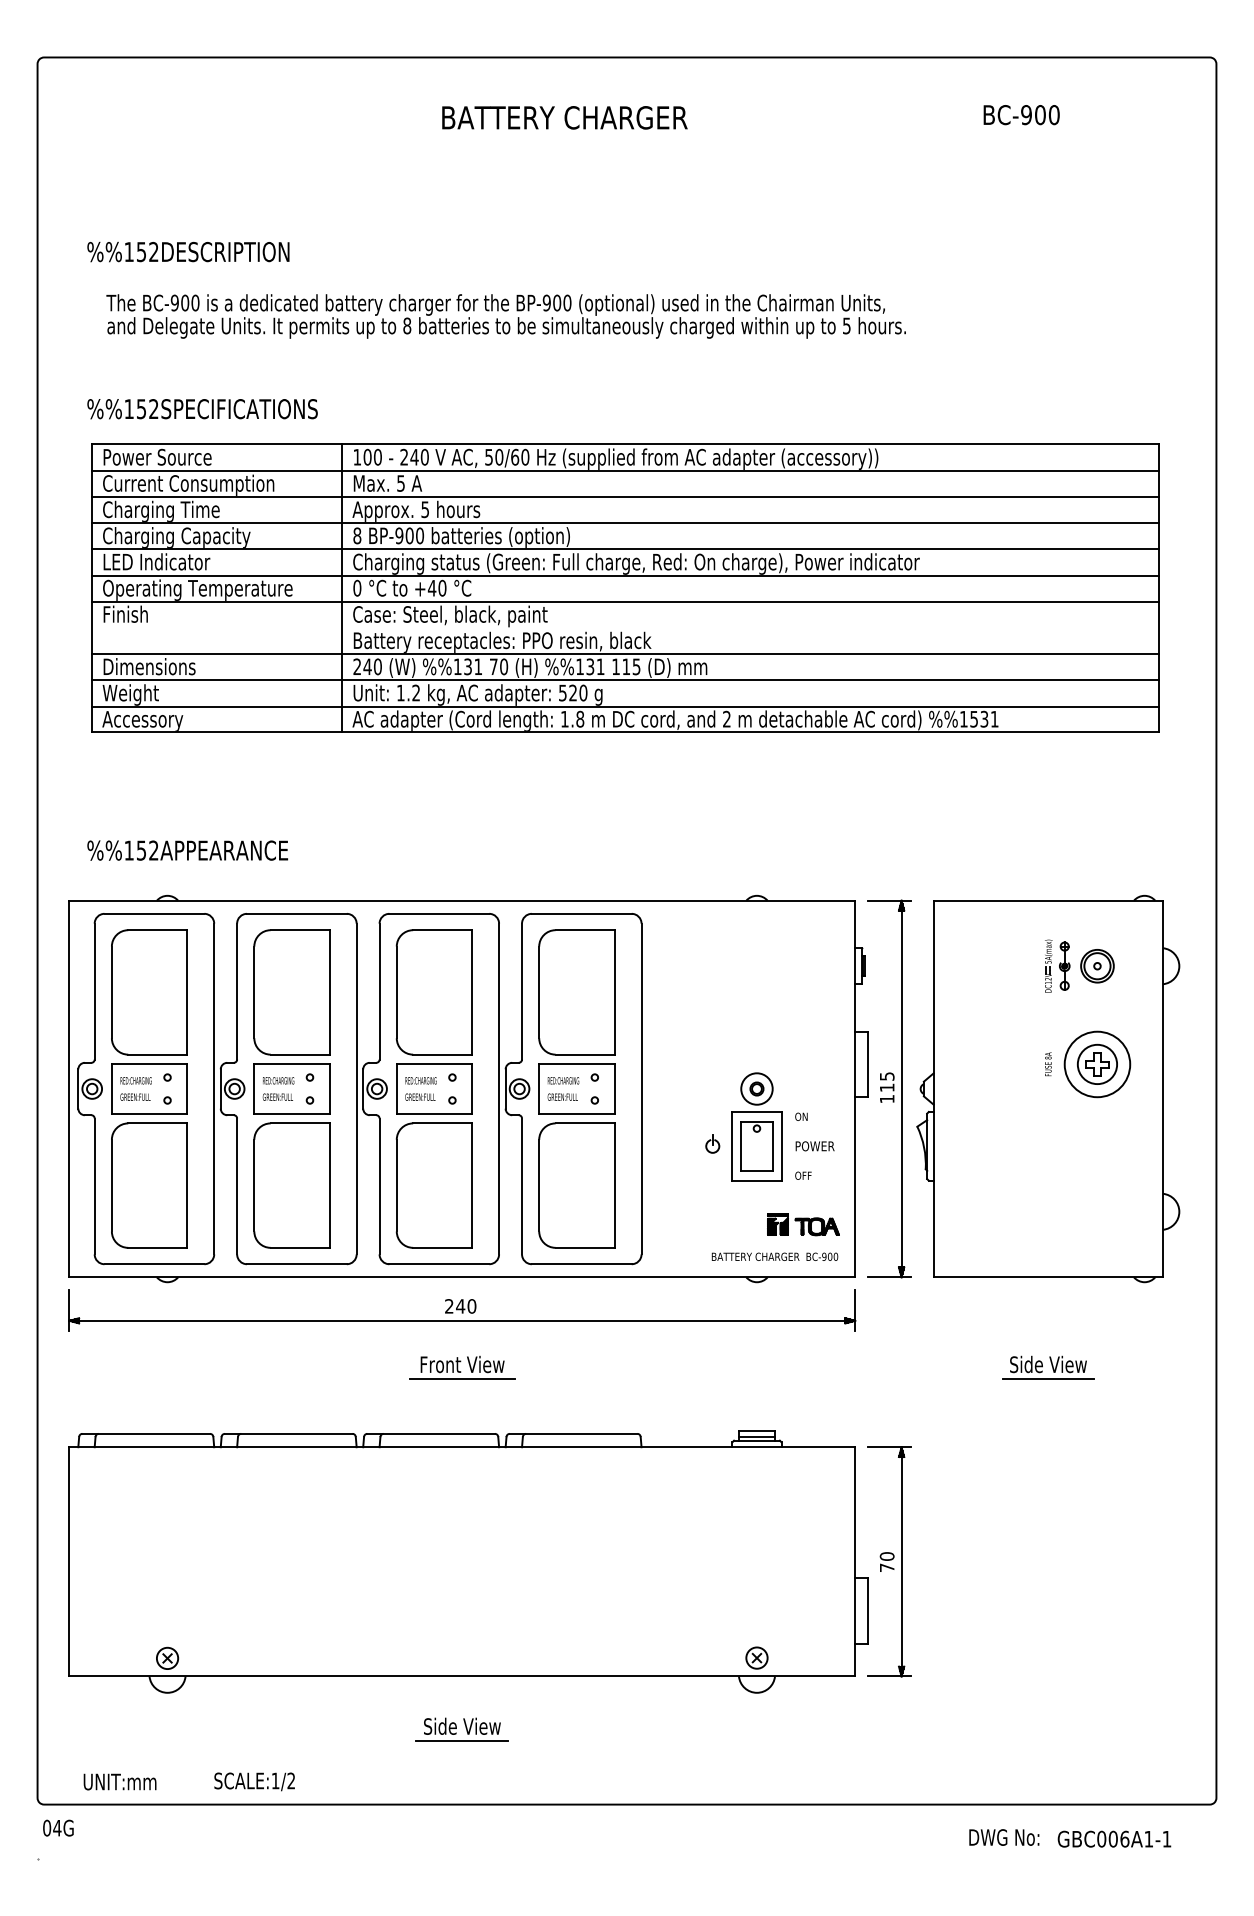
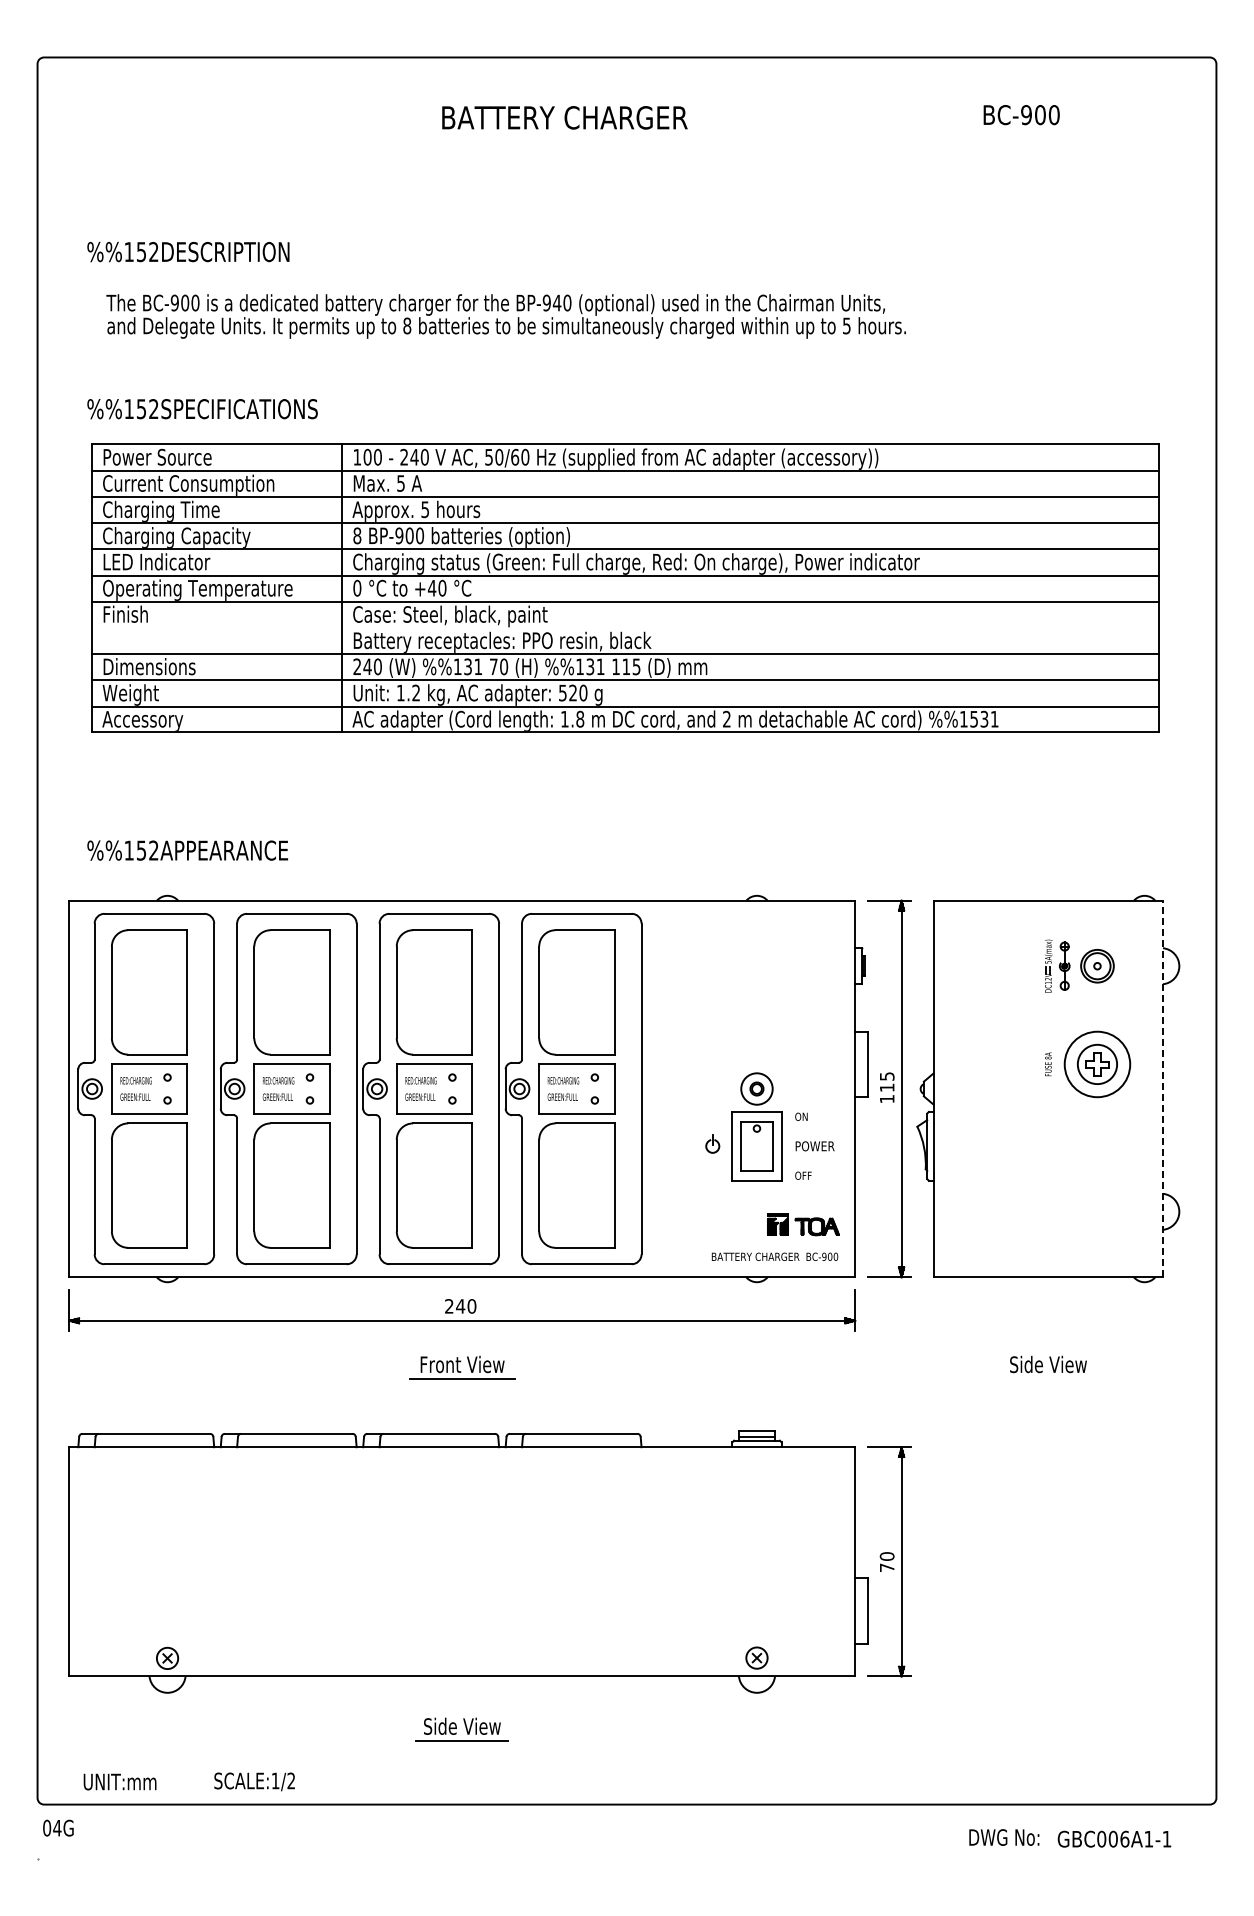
text at (556, 302): BP-900 -> BP-940
line at (1162, 1088): solid -> dashed
line at (1048, 1379): present -> none
